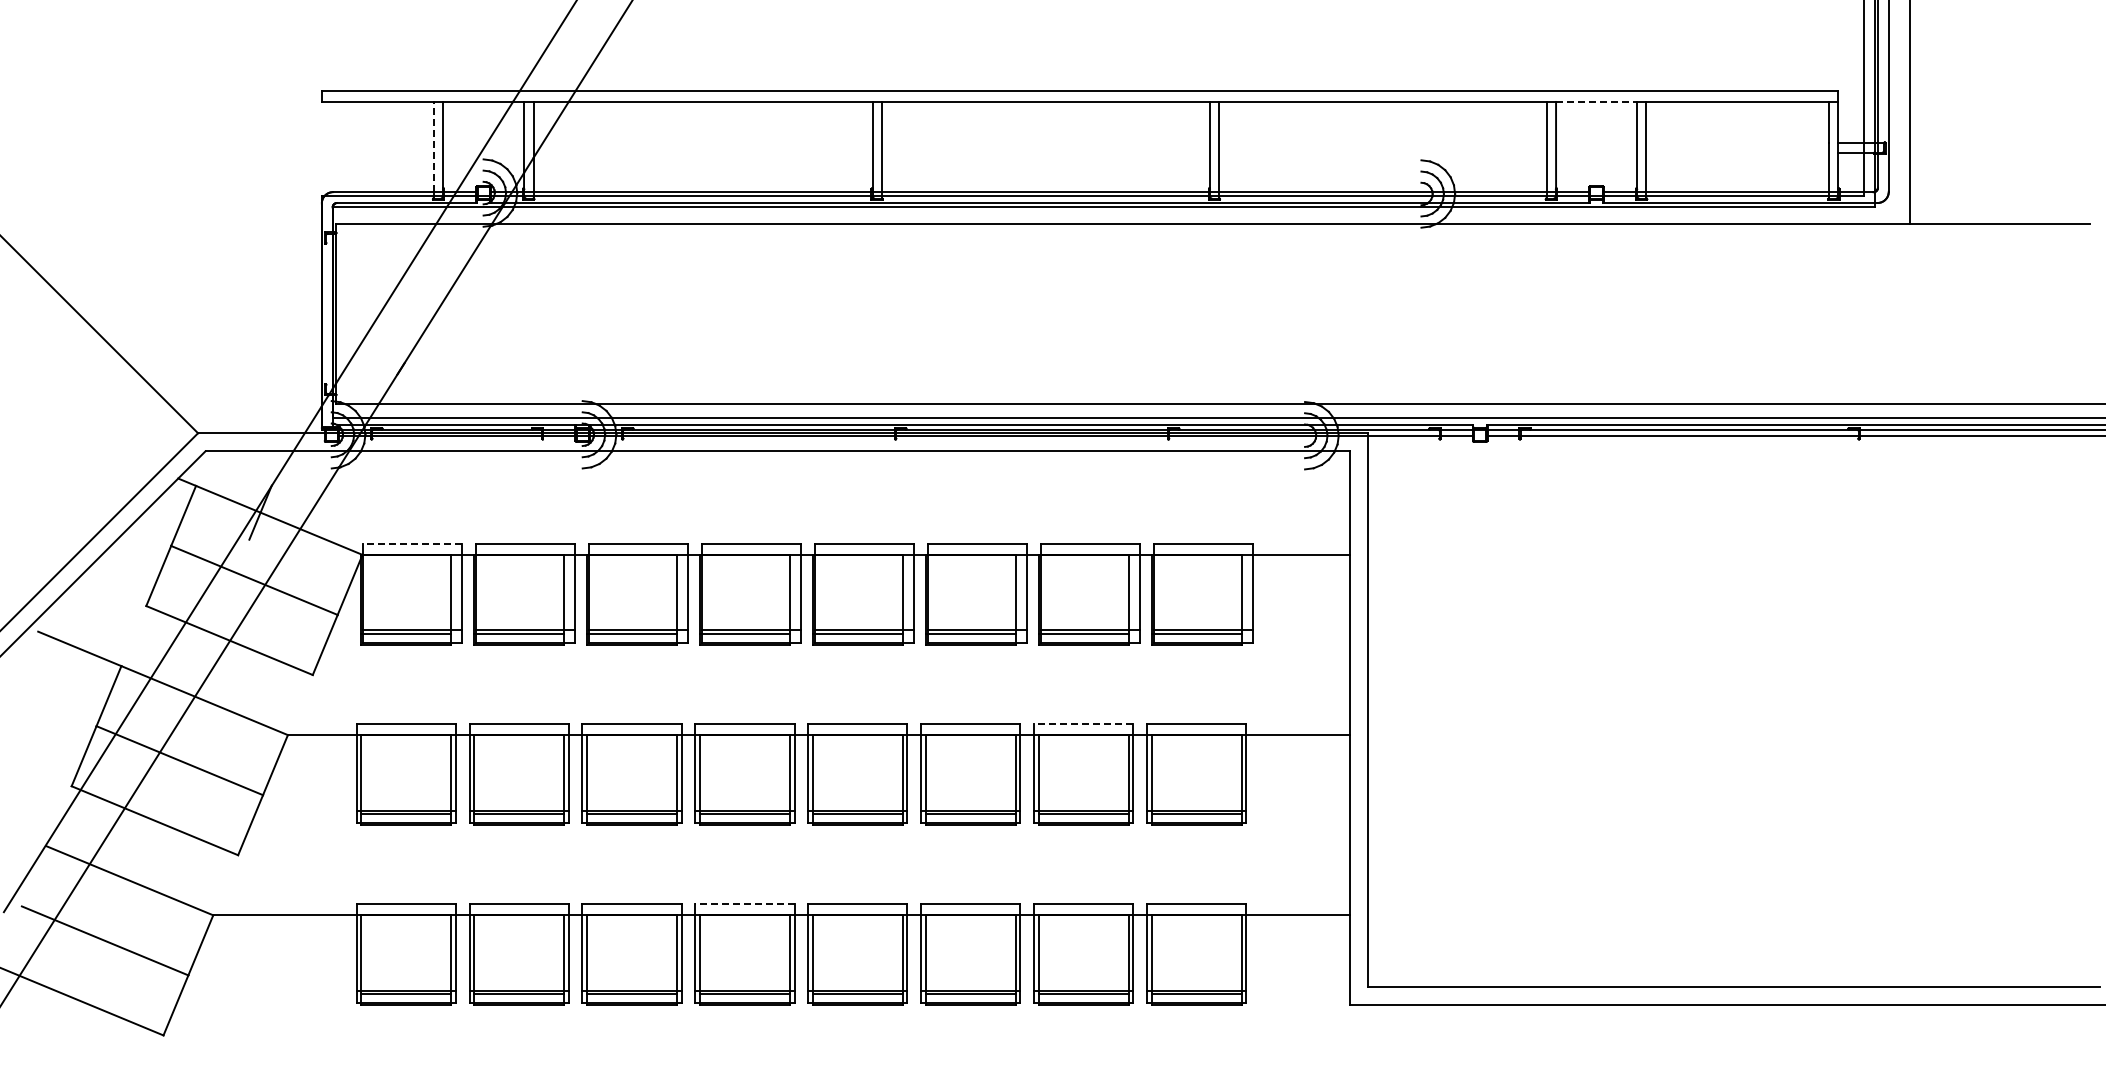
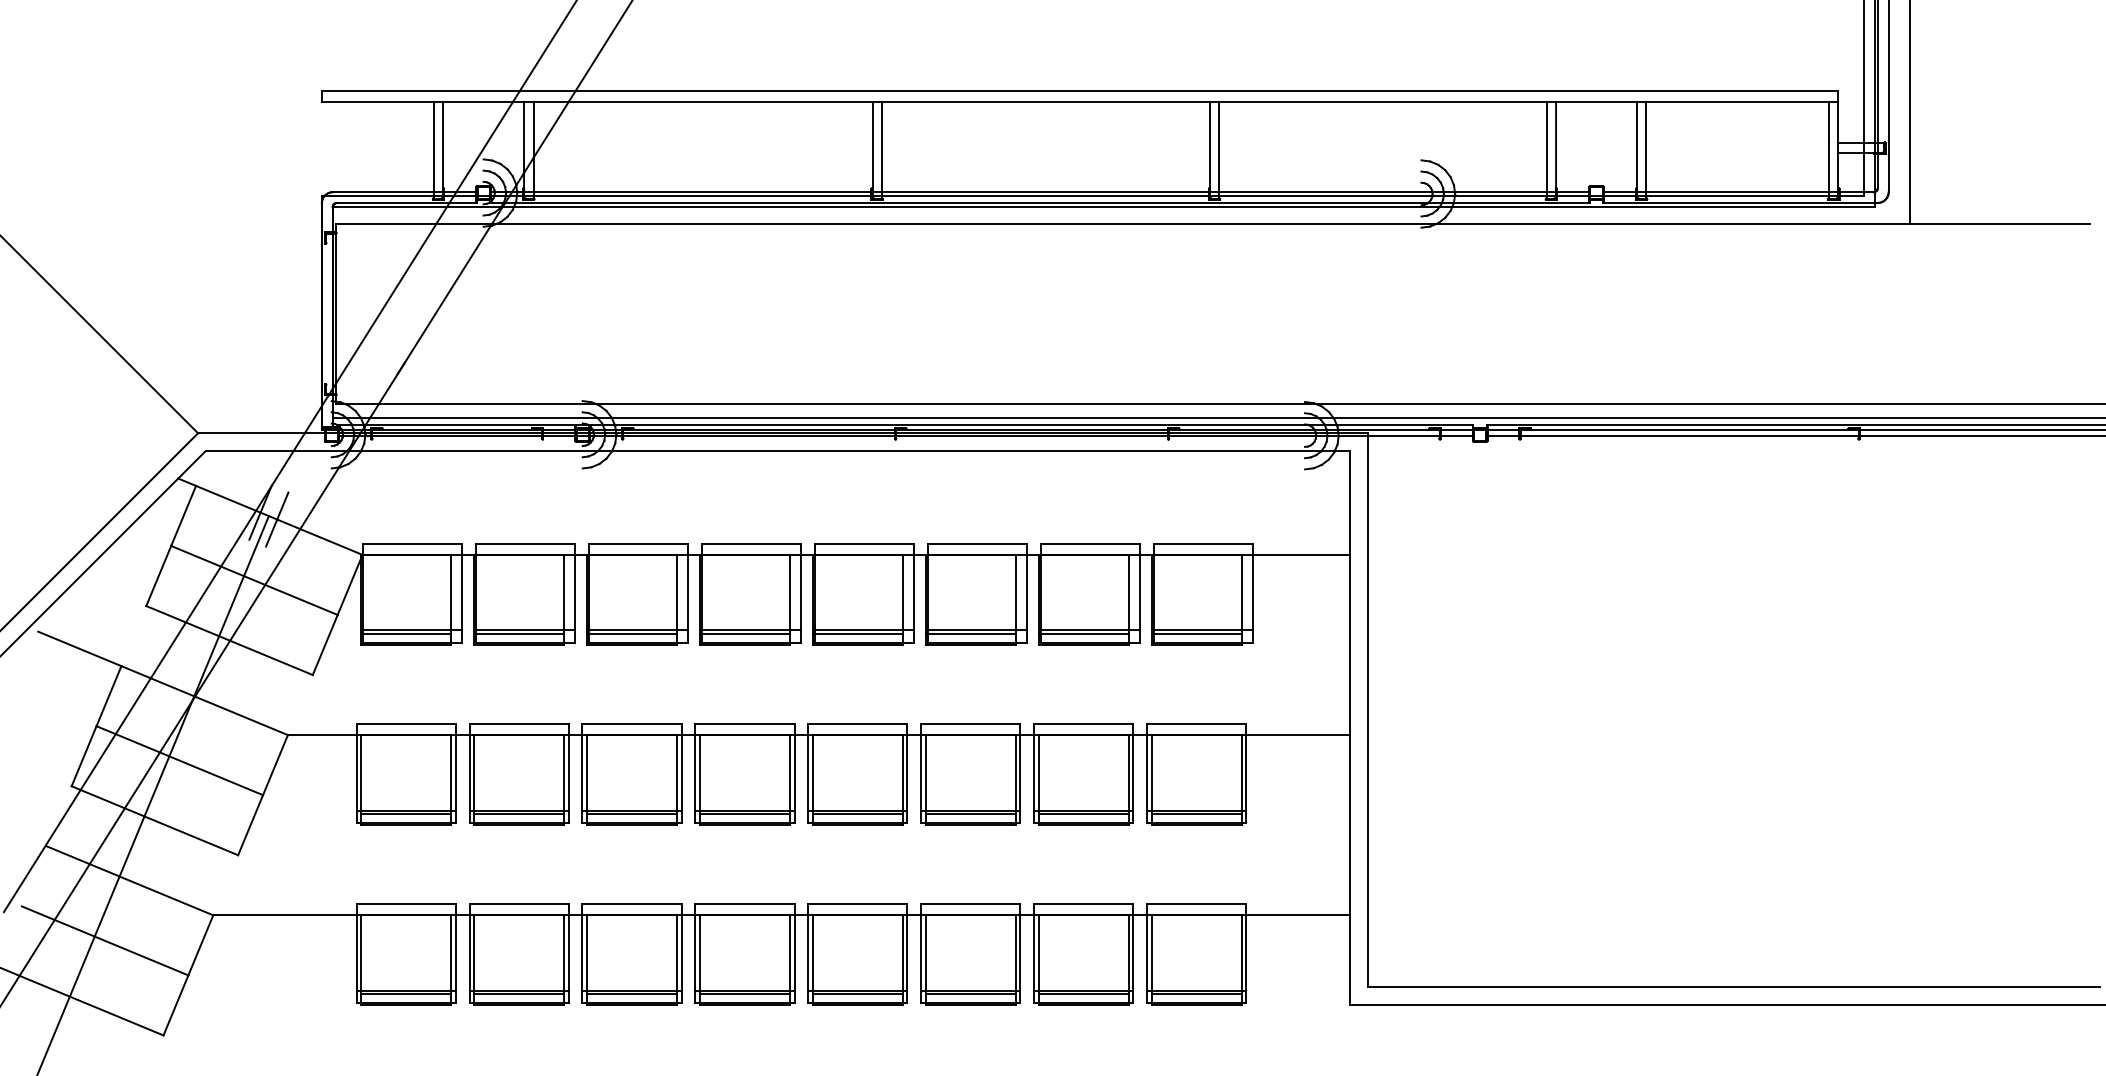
line at (1597, 101): dashed -> solid
line at (433, 146): dashed -> solid
line at (277, 519): none -> present
line at (412, 543): dashed -> solid
line at (1083, 723): dashed -> solid
line at (153, 794): none -> present
line at (744, 904): dashed -> solid
